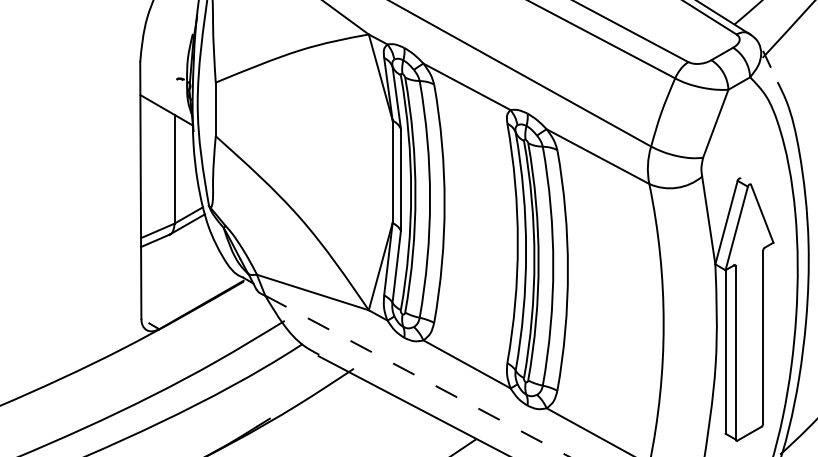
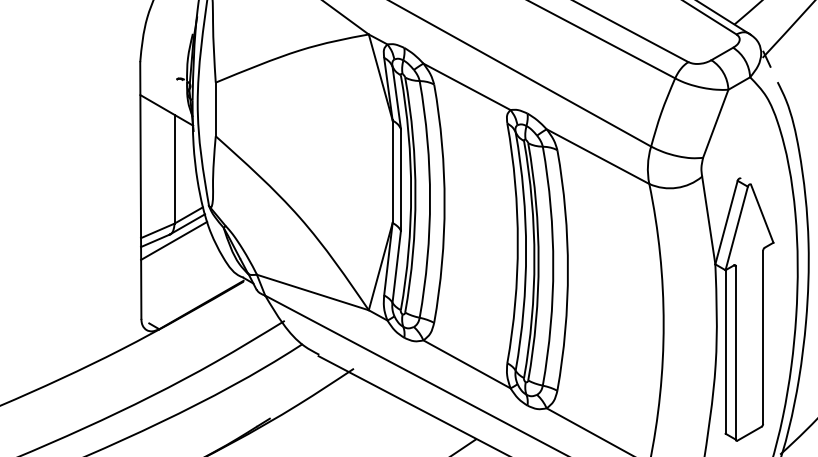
line at (174, 240): none -> present
line at (417, 376): dashed -> solid
